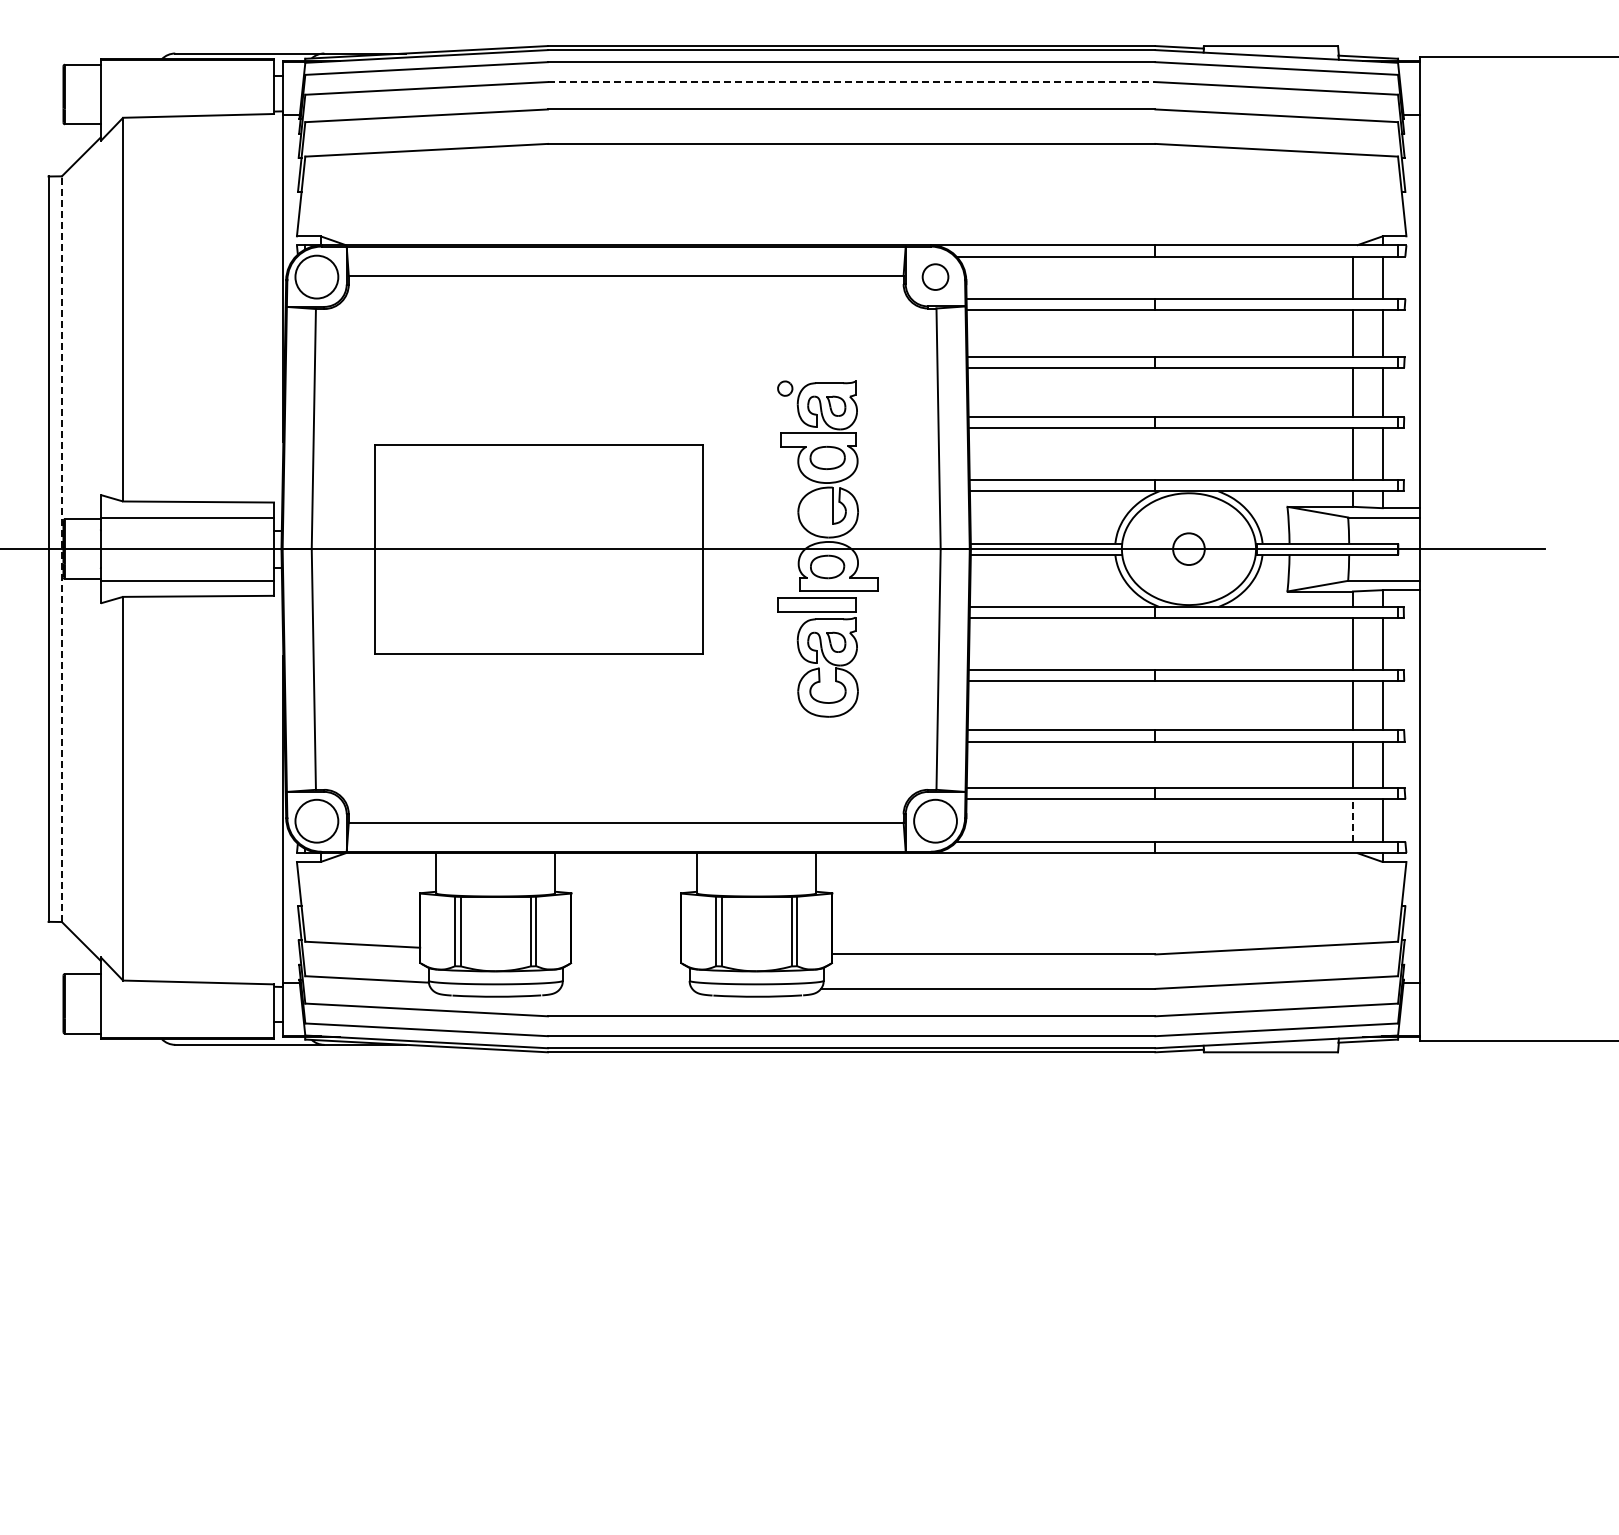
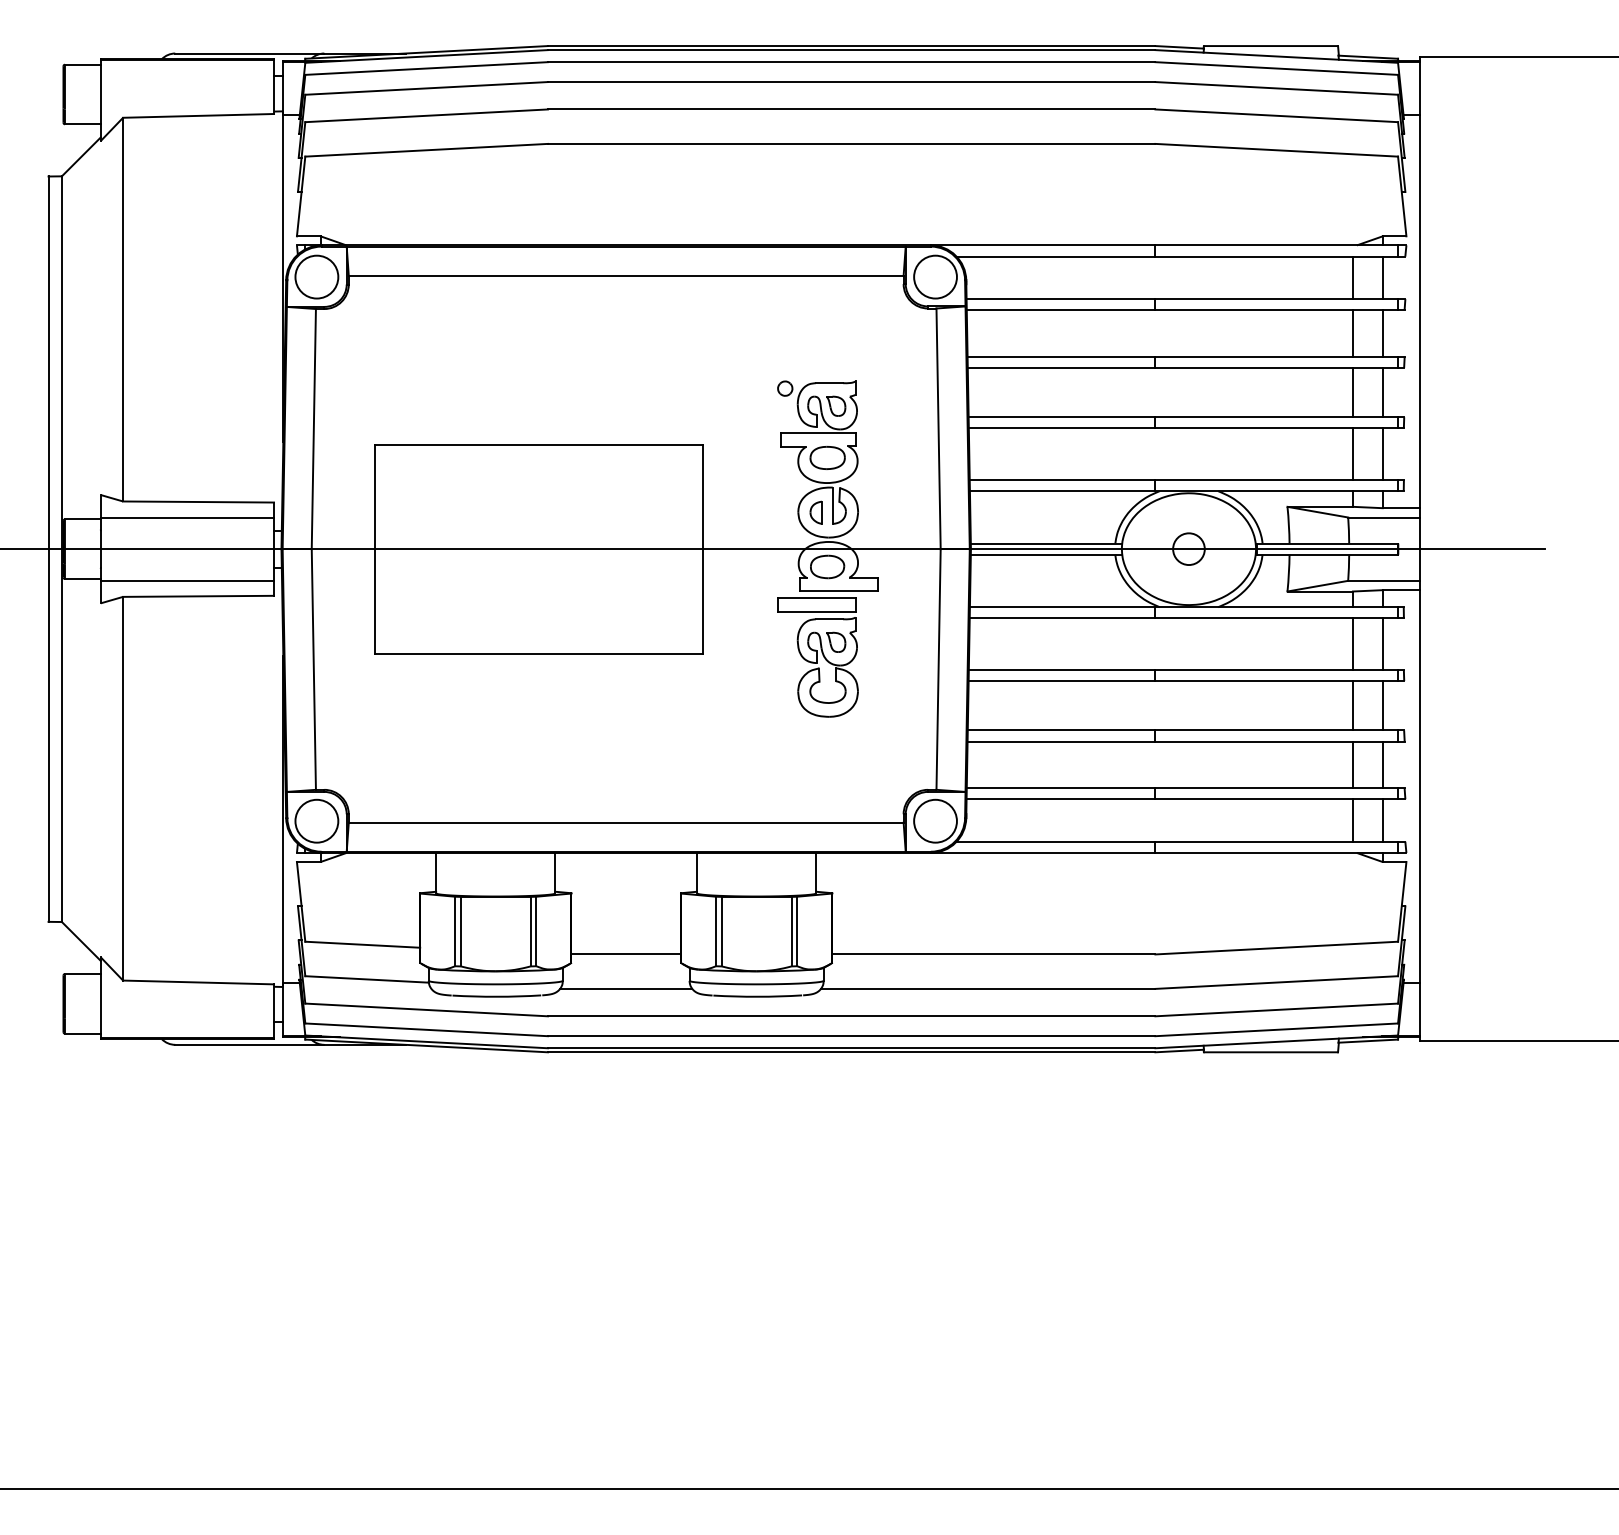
line at (851, 82): dashed -> solid
circle at (935, 276) diameter: 26 px -> 43 px
part at (815, 512): none -> present
line at (61, 549): dashed -> solid
line at (1352, 820): dashed -> solid
line at (626, 954): none -> present
line at (626, 988): none -> present
line at (808, 1488): none -> present
